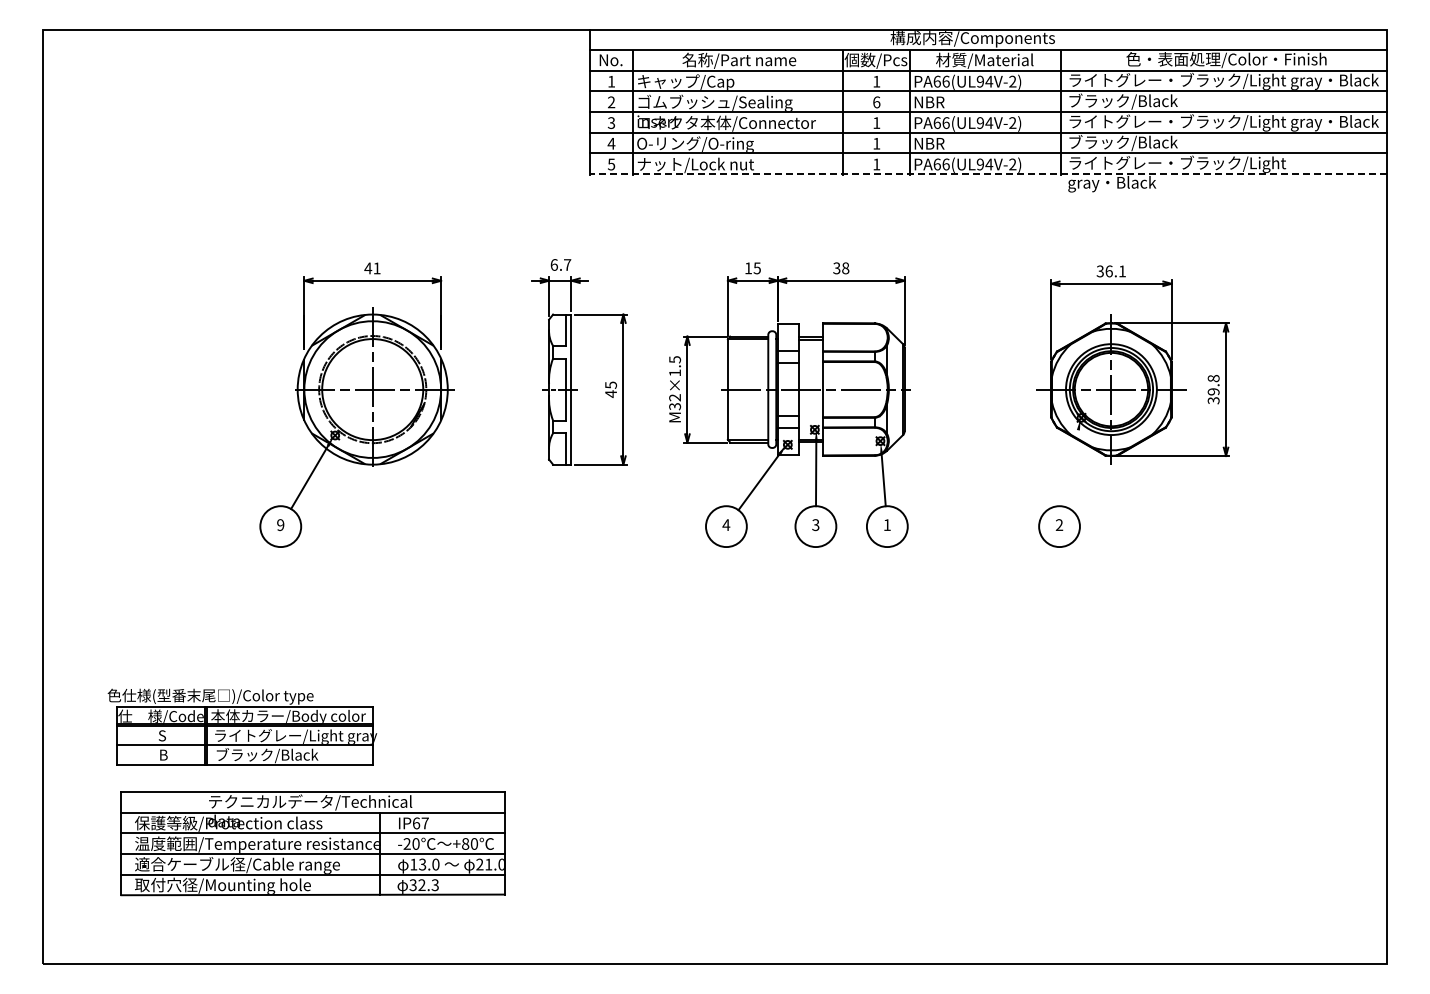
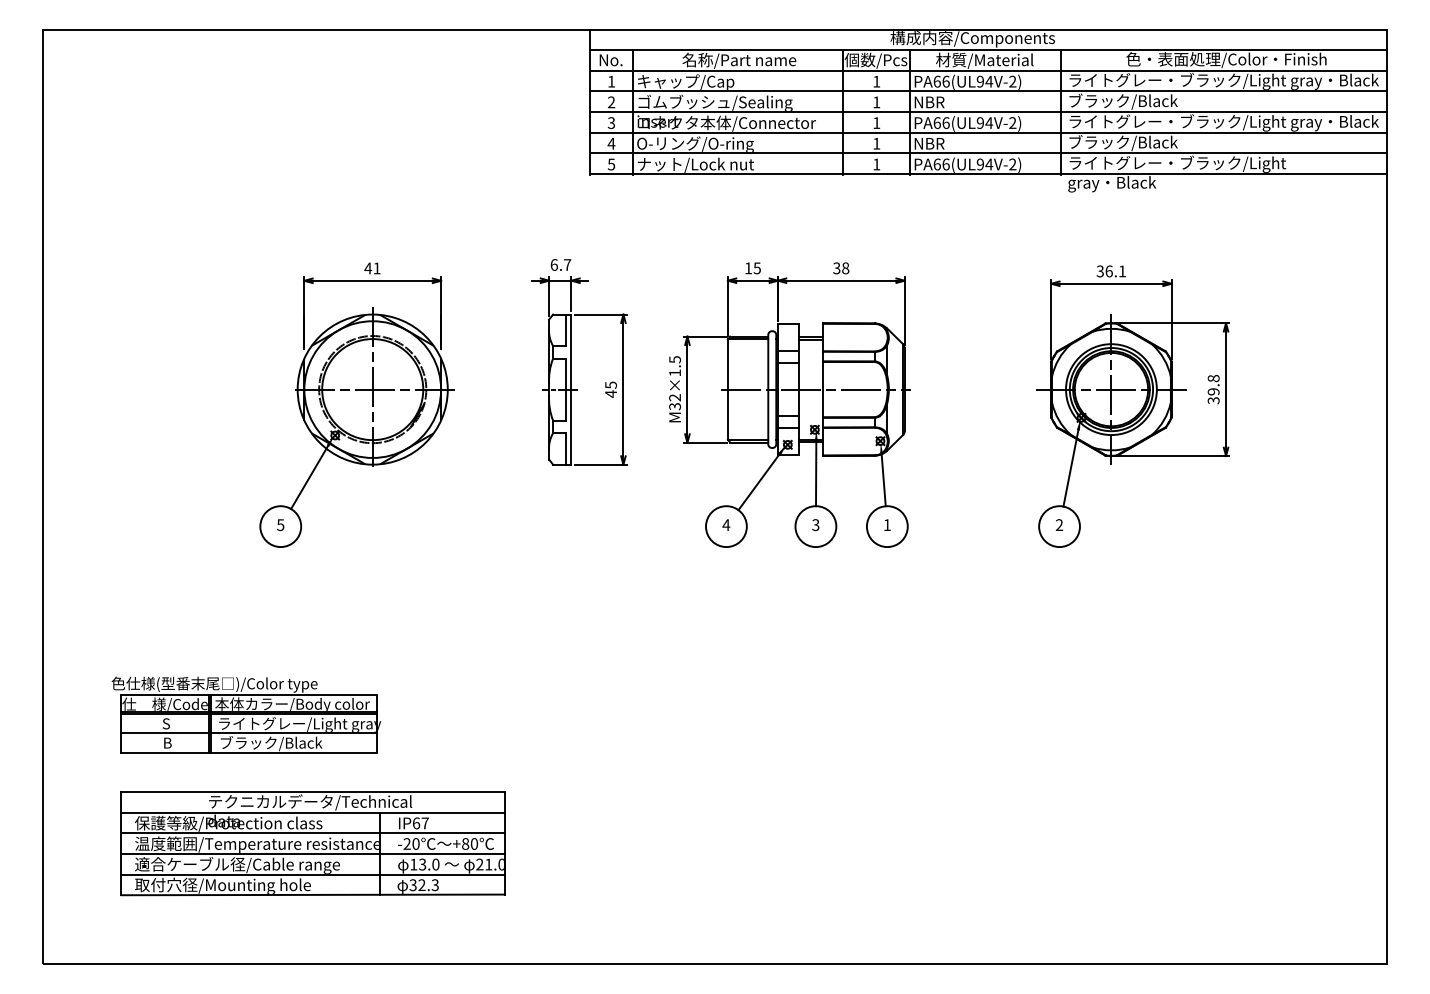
text at (876, 102): 6 -> 1
line at (988, 174): dashed -> solid
line at (1070, 468): none -> present
text at (280, 524): 9 -> 5
part at (242, 726) position: (242, 726) -> (246, 714)
